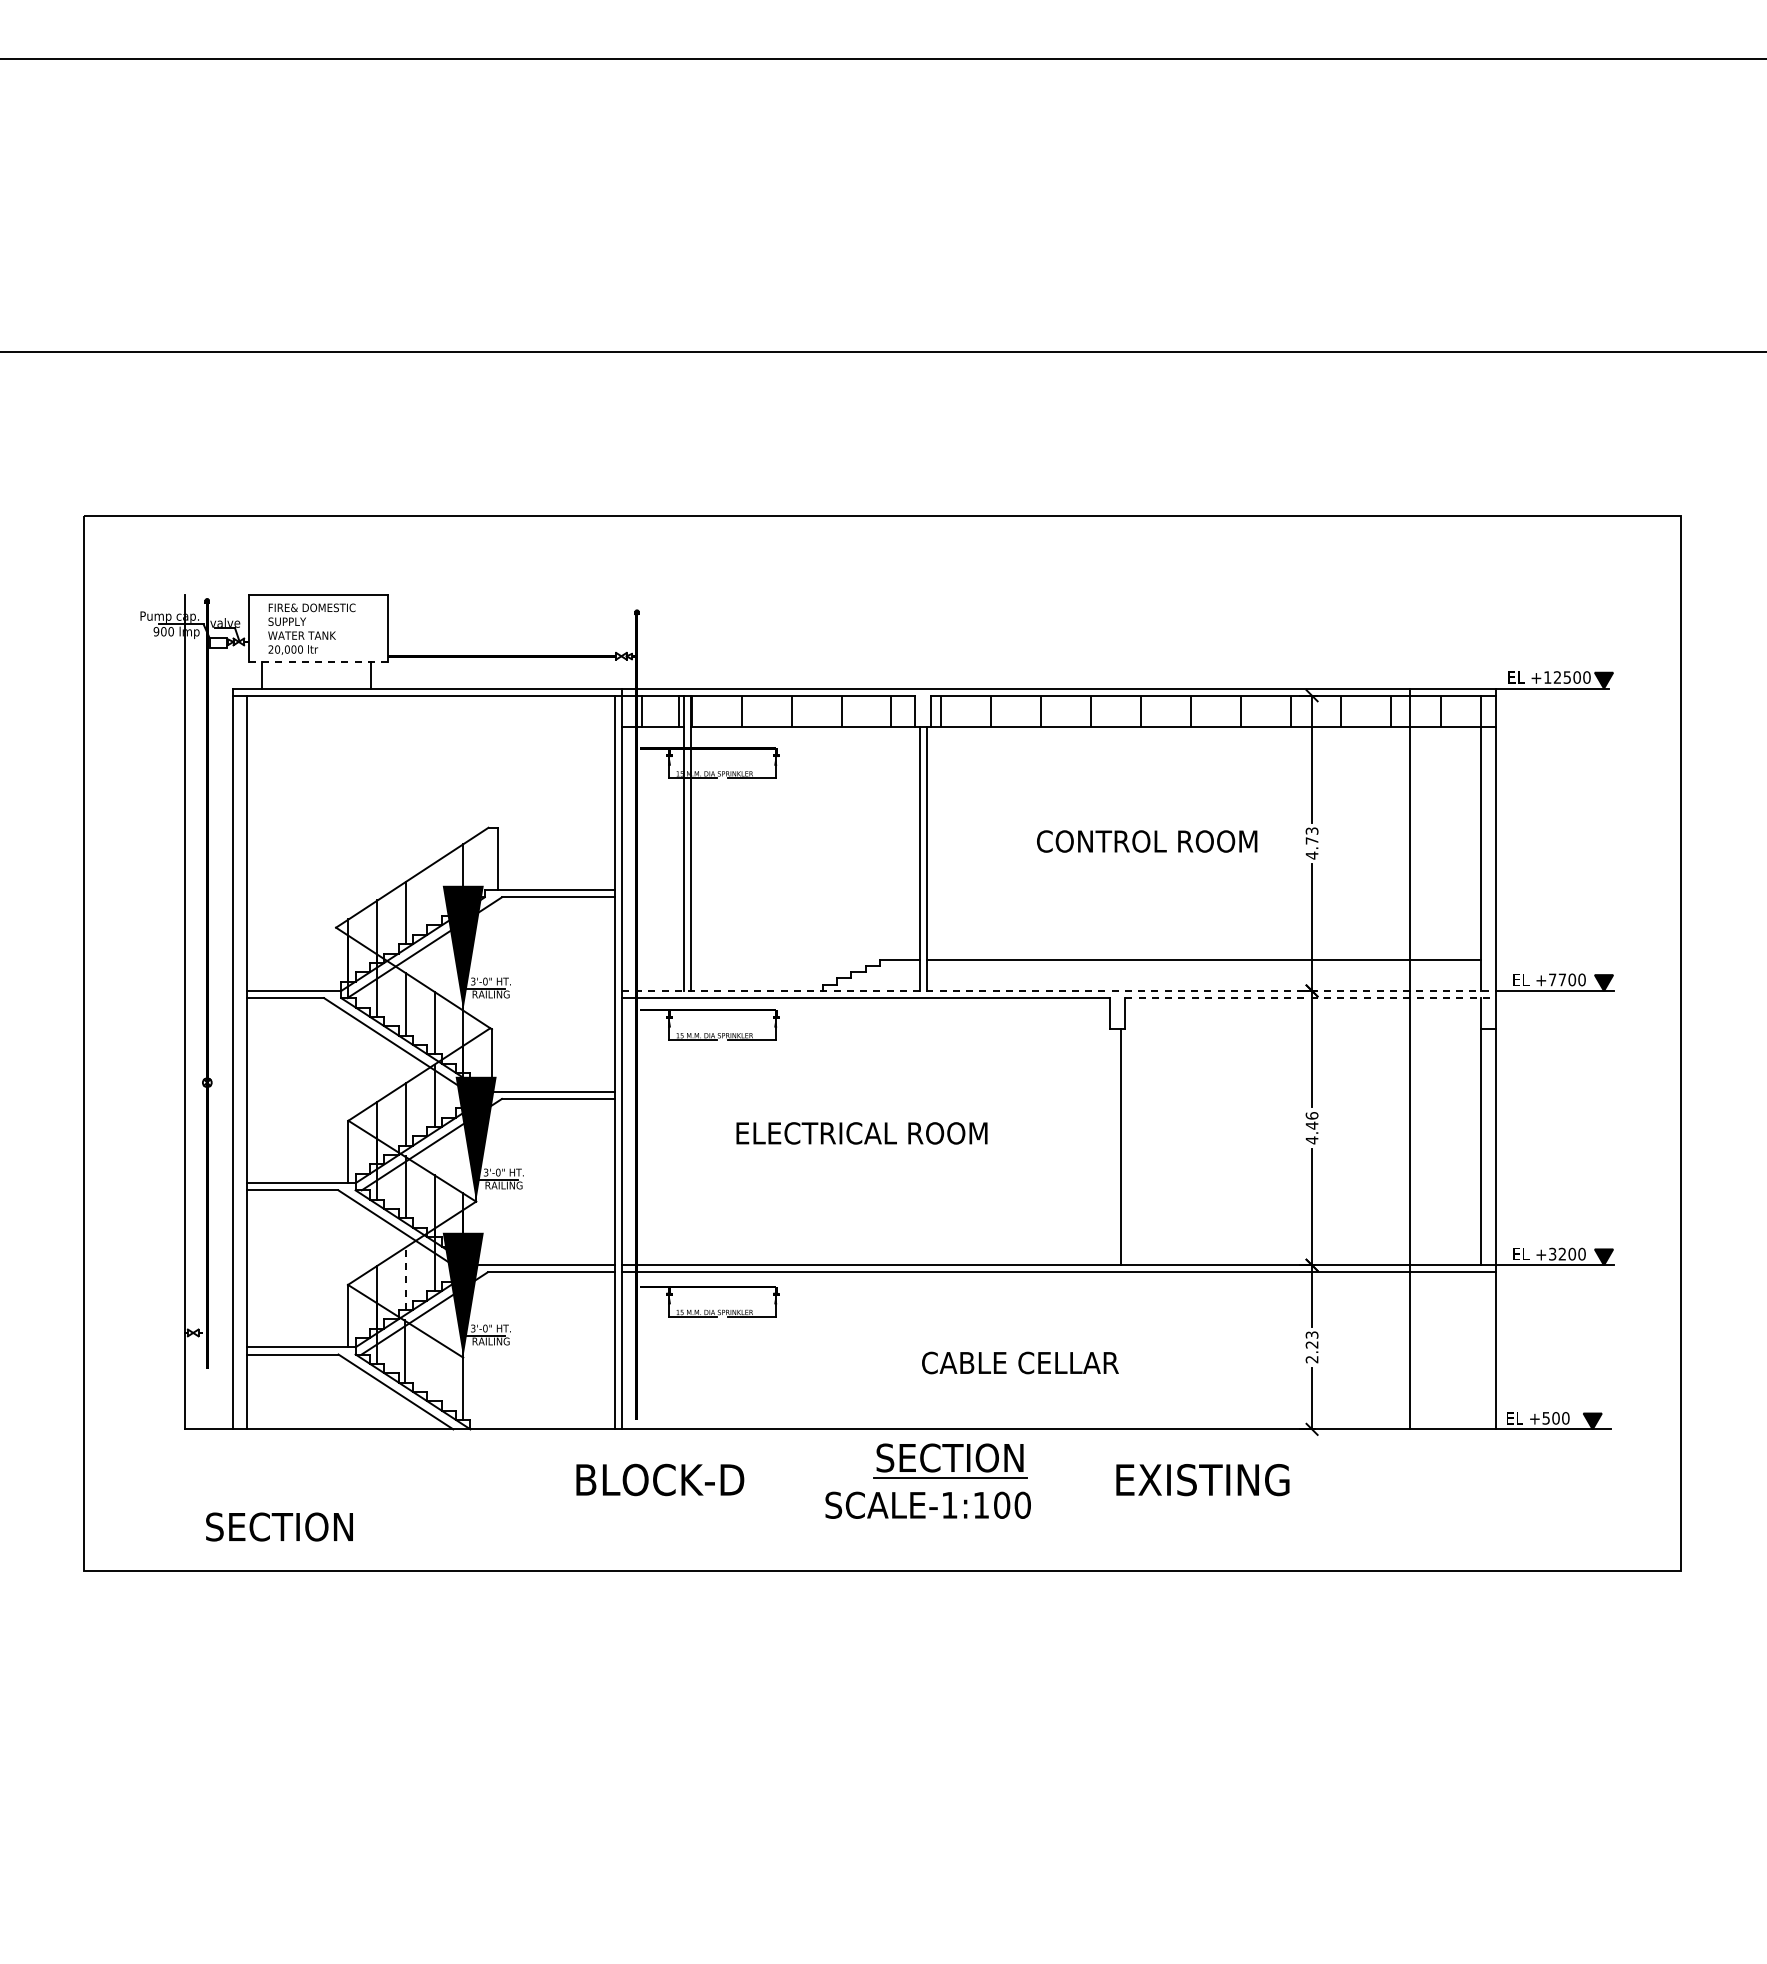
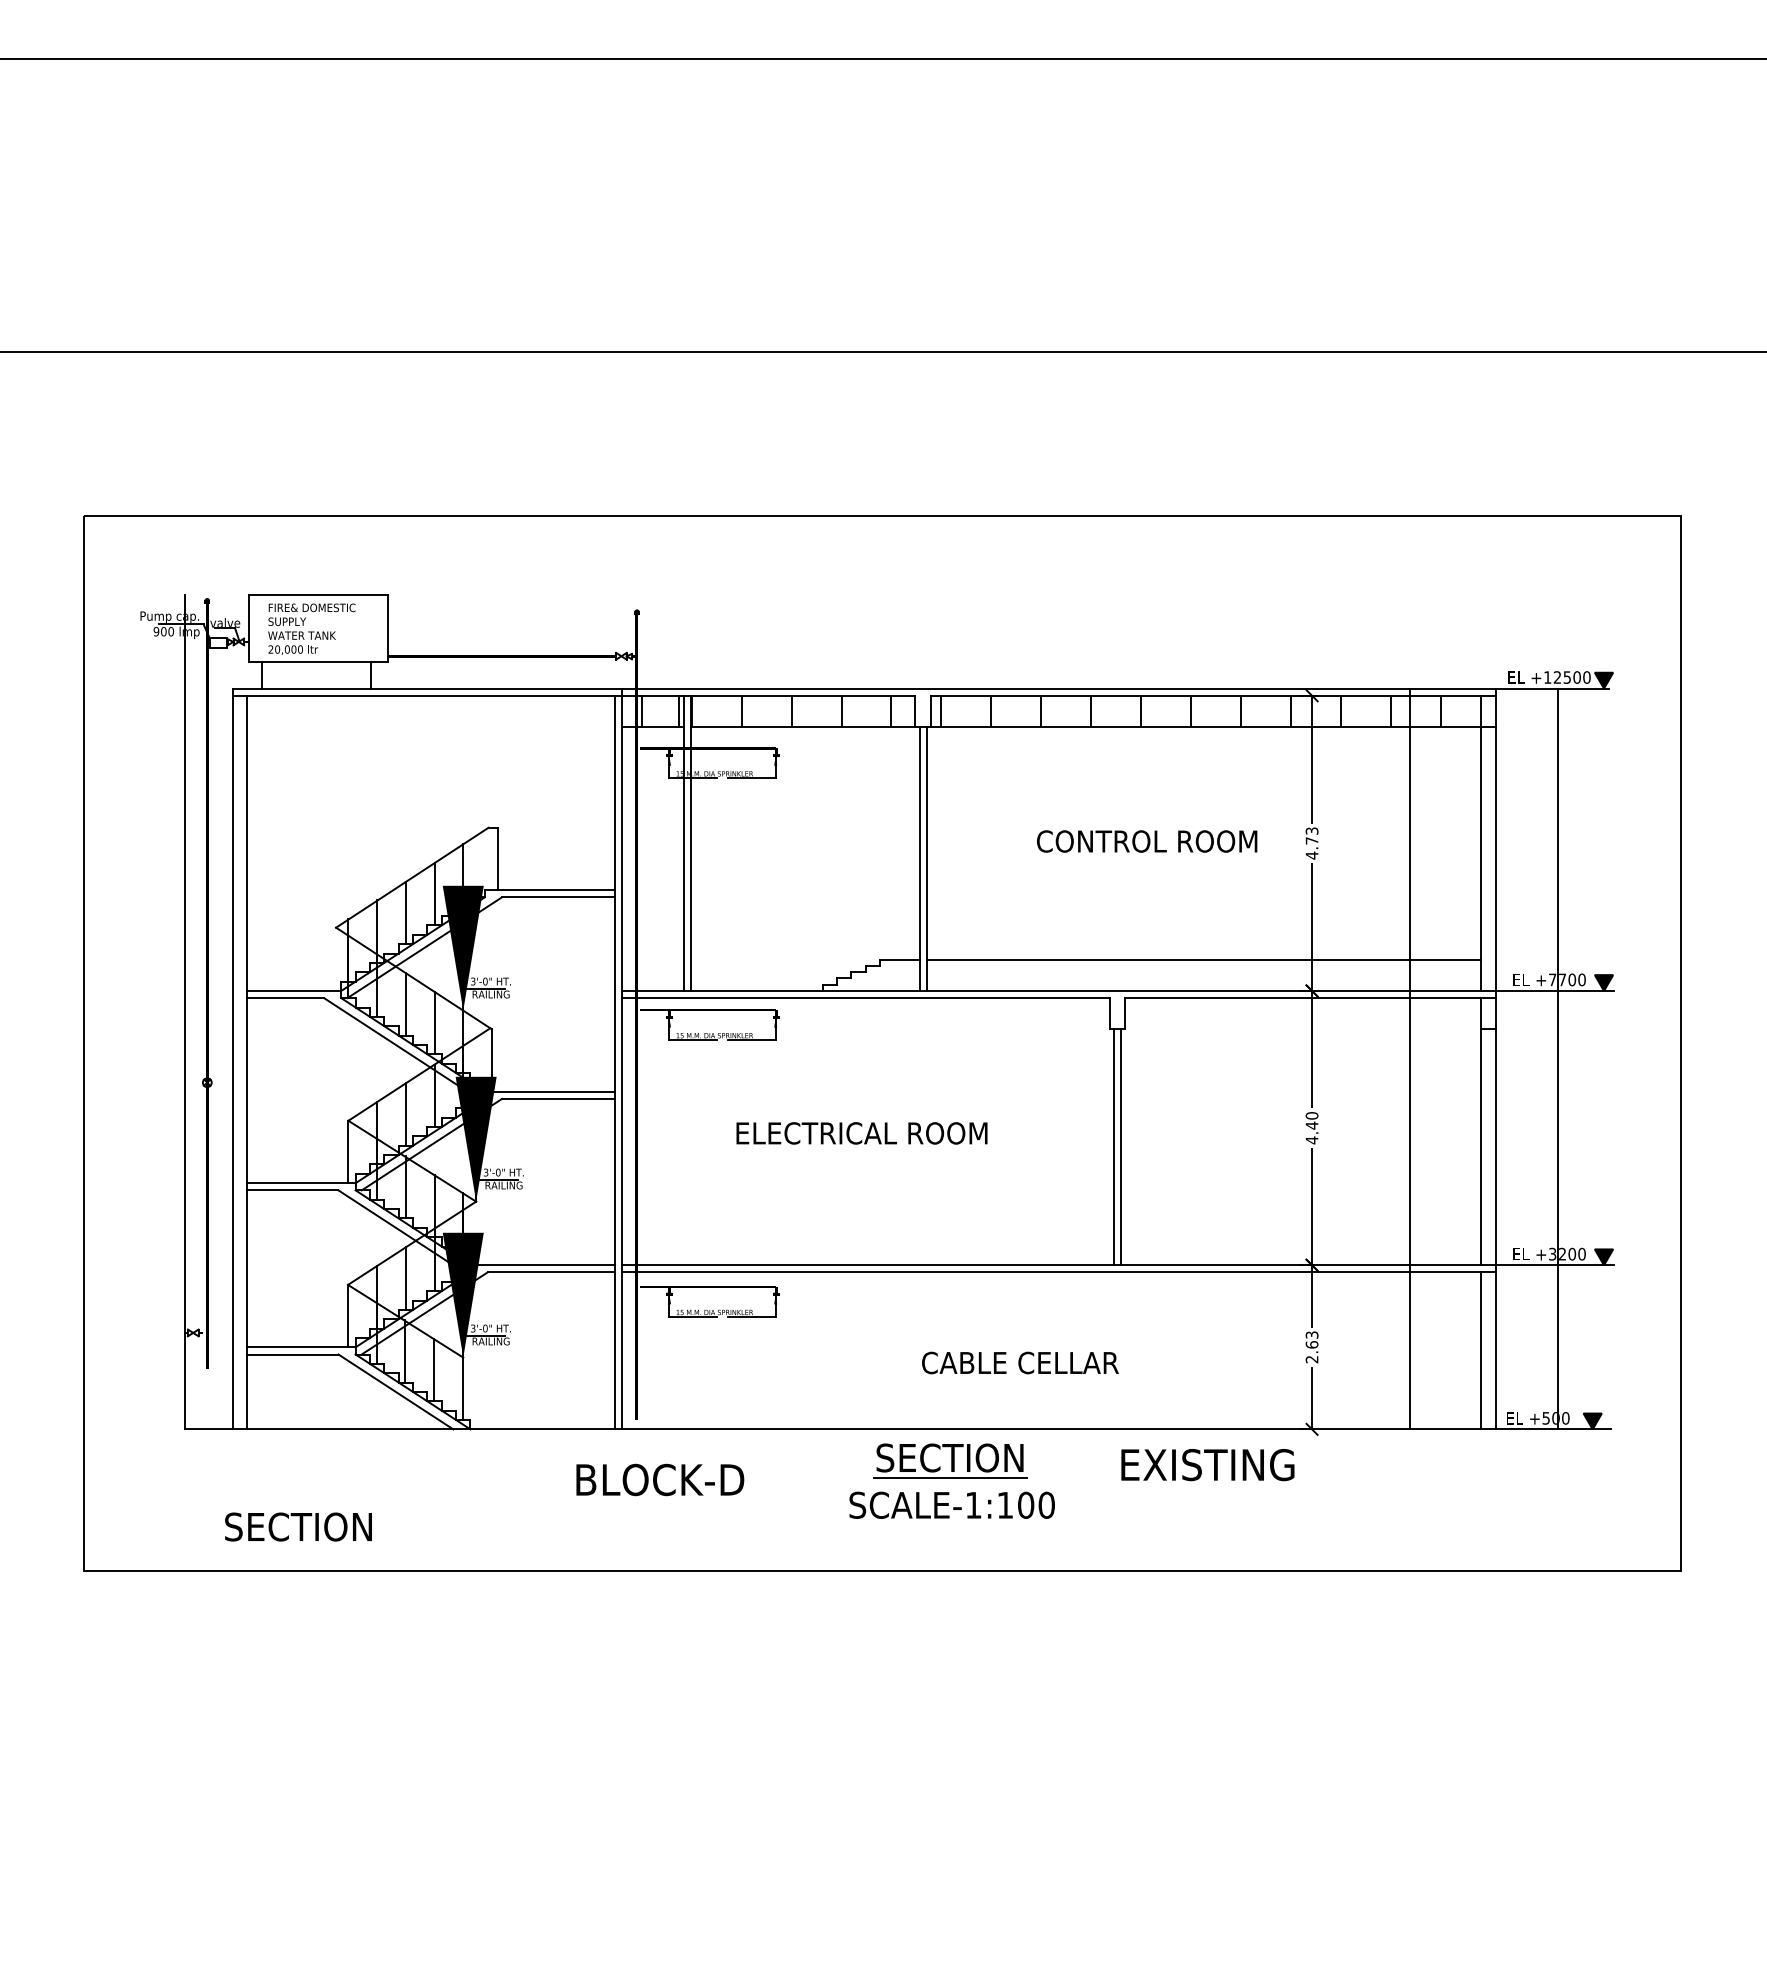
line at (318, 661): dashed -> solid
line at (434, 894): none -> present
line at (1058, 990): dashed -> solid
line at (1310, 998): dashed -> solid
line at (1557, 1058): none -> present
text at (1311, 1115): 4.46 -> 4.40
line at (1113, 1147): none -> present
line at (405, 1278): dashed -> solid
text at (1311, 1344): 2.23 -> 2.63
line at (1481, 1350): none -> present
line at (434, 1369): none -> present
text at (1202, 1480) position: (1202, 1480) -> (1207, 1465)
text at (927, 1504) position: (927, 1504) -> (951, 1504)
text at (279, 1526) position: (279, 1526) -> (298, 1526)
